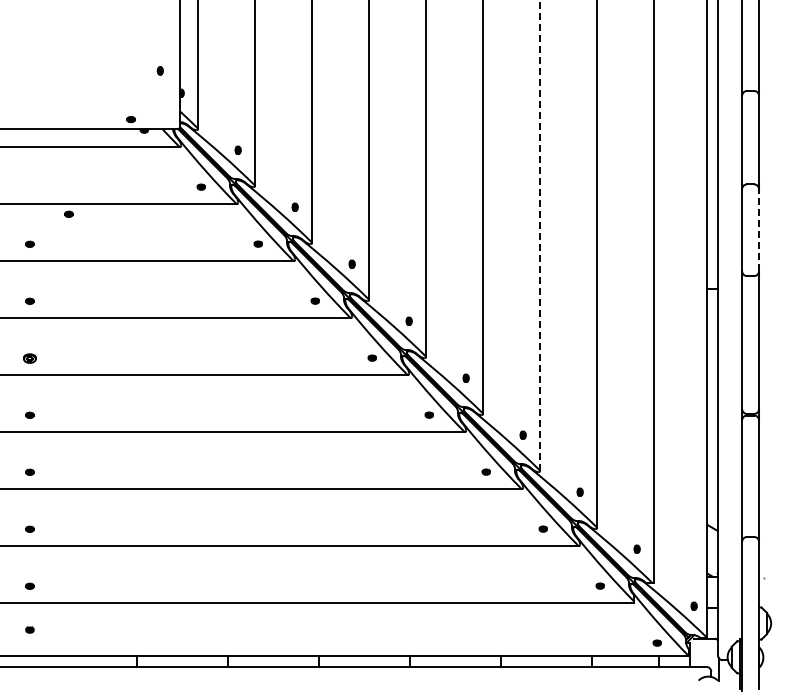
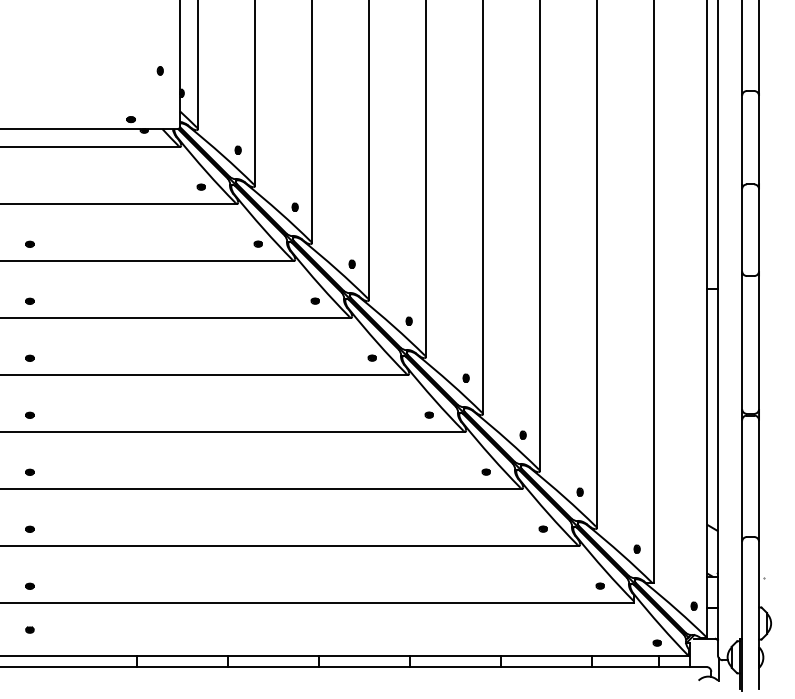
part at (68, 213): present -> none
line at (759, 230): dashed -> solid
line at (539, 235): dashed -> solid
part at (29, 358) size: 14x11 px -> 10x8 px
